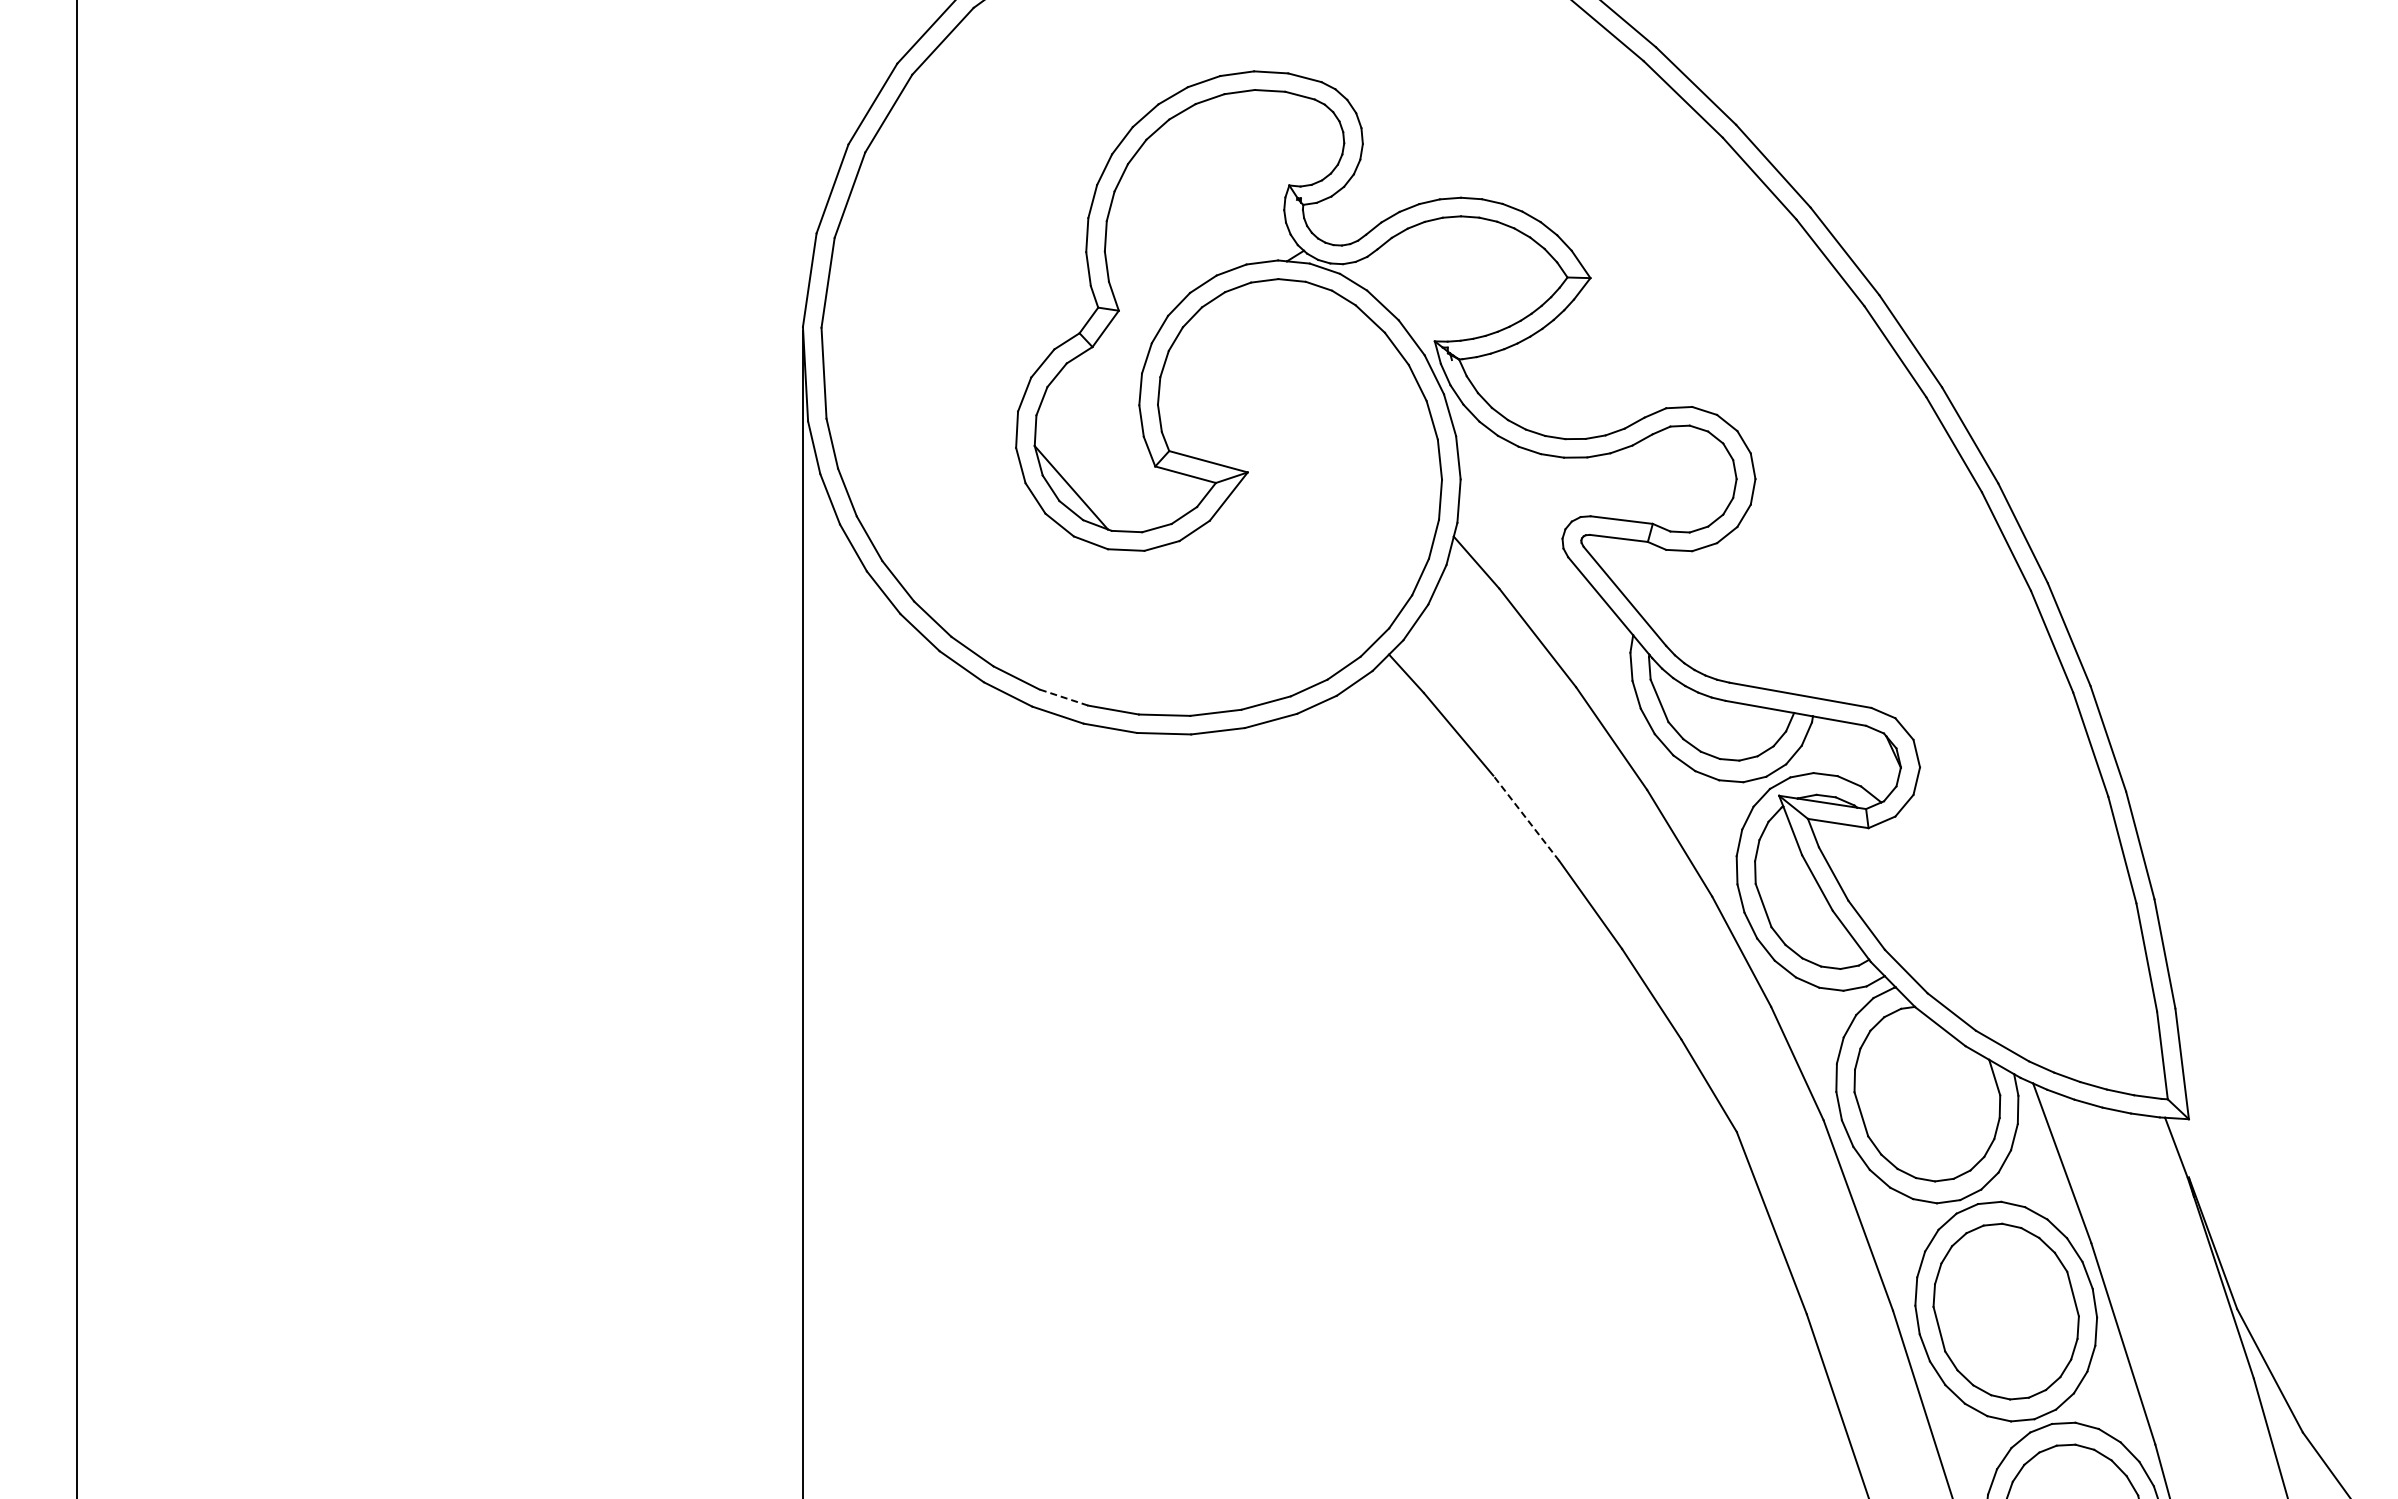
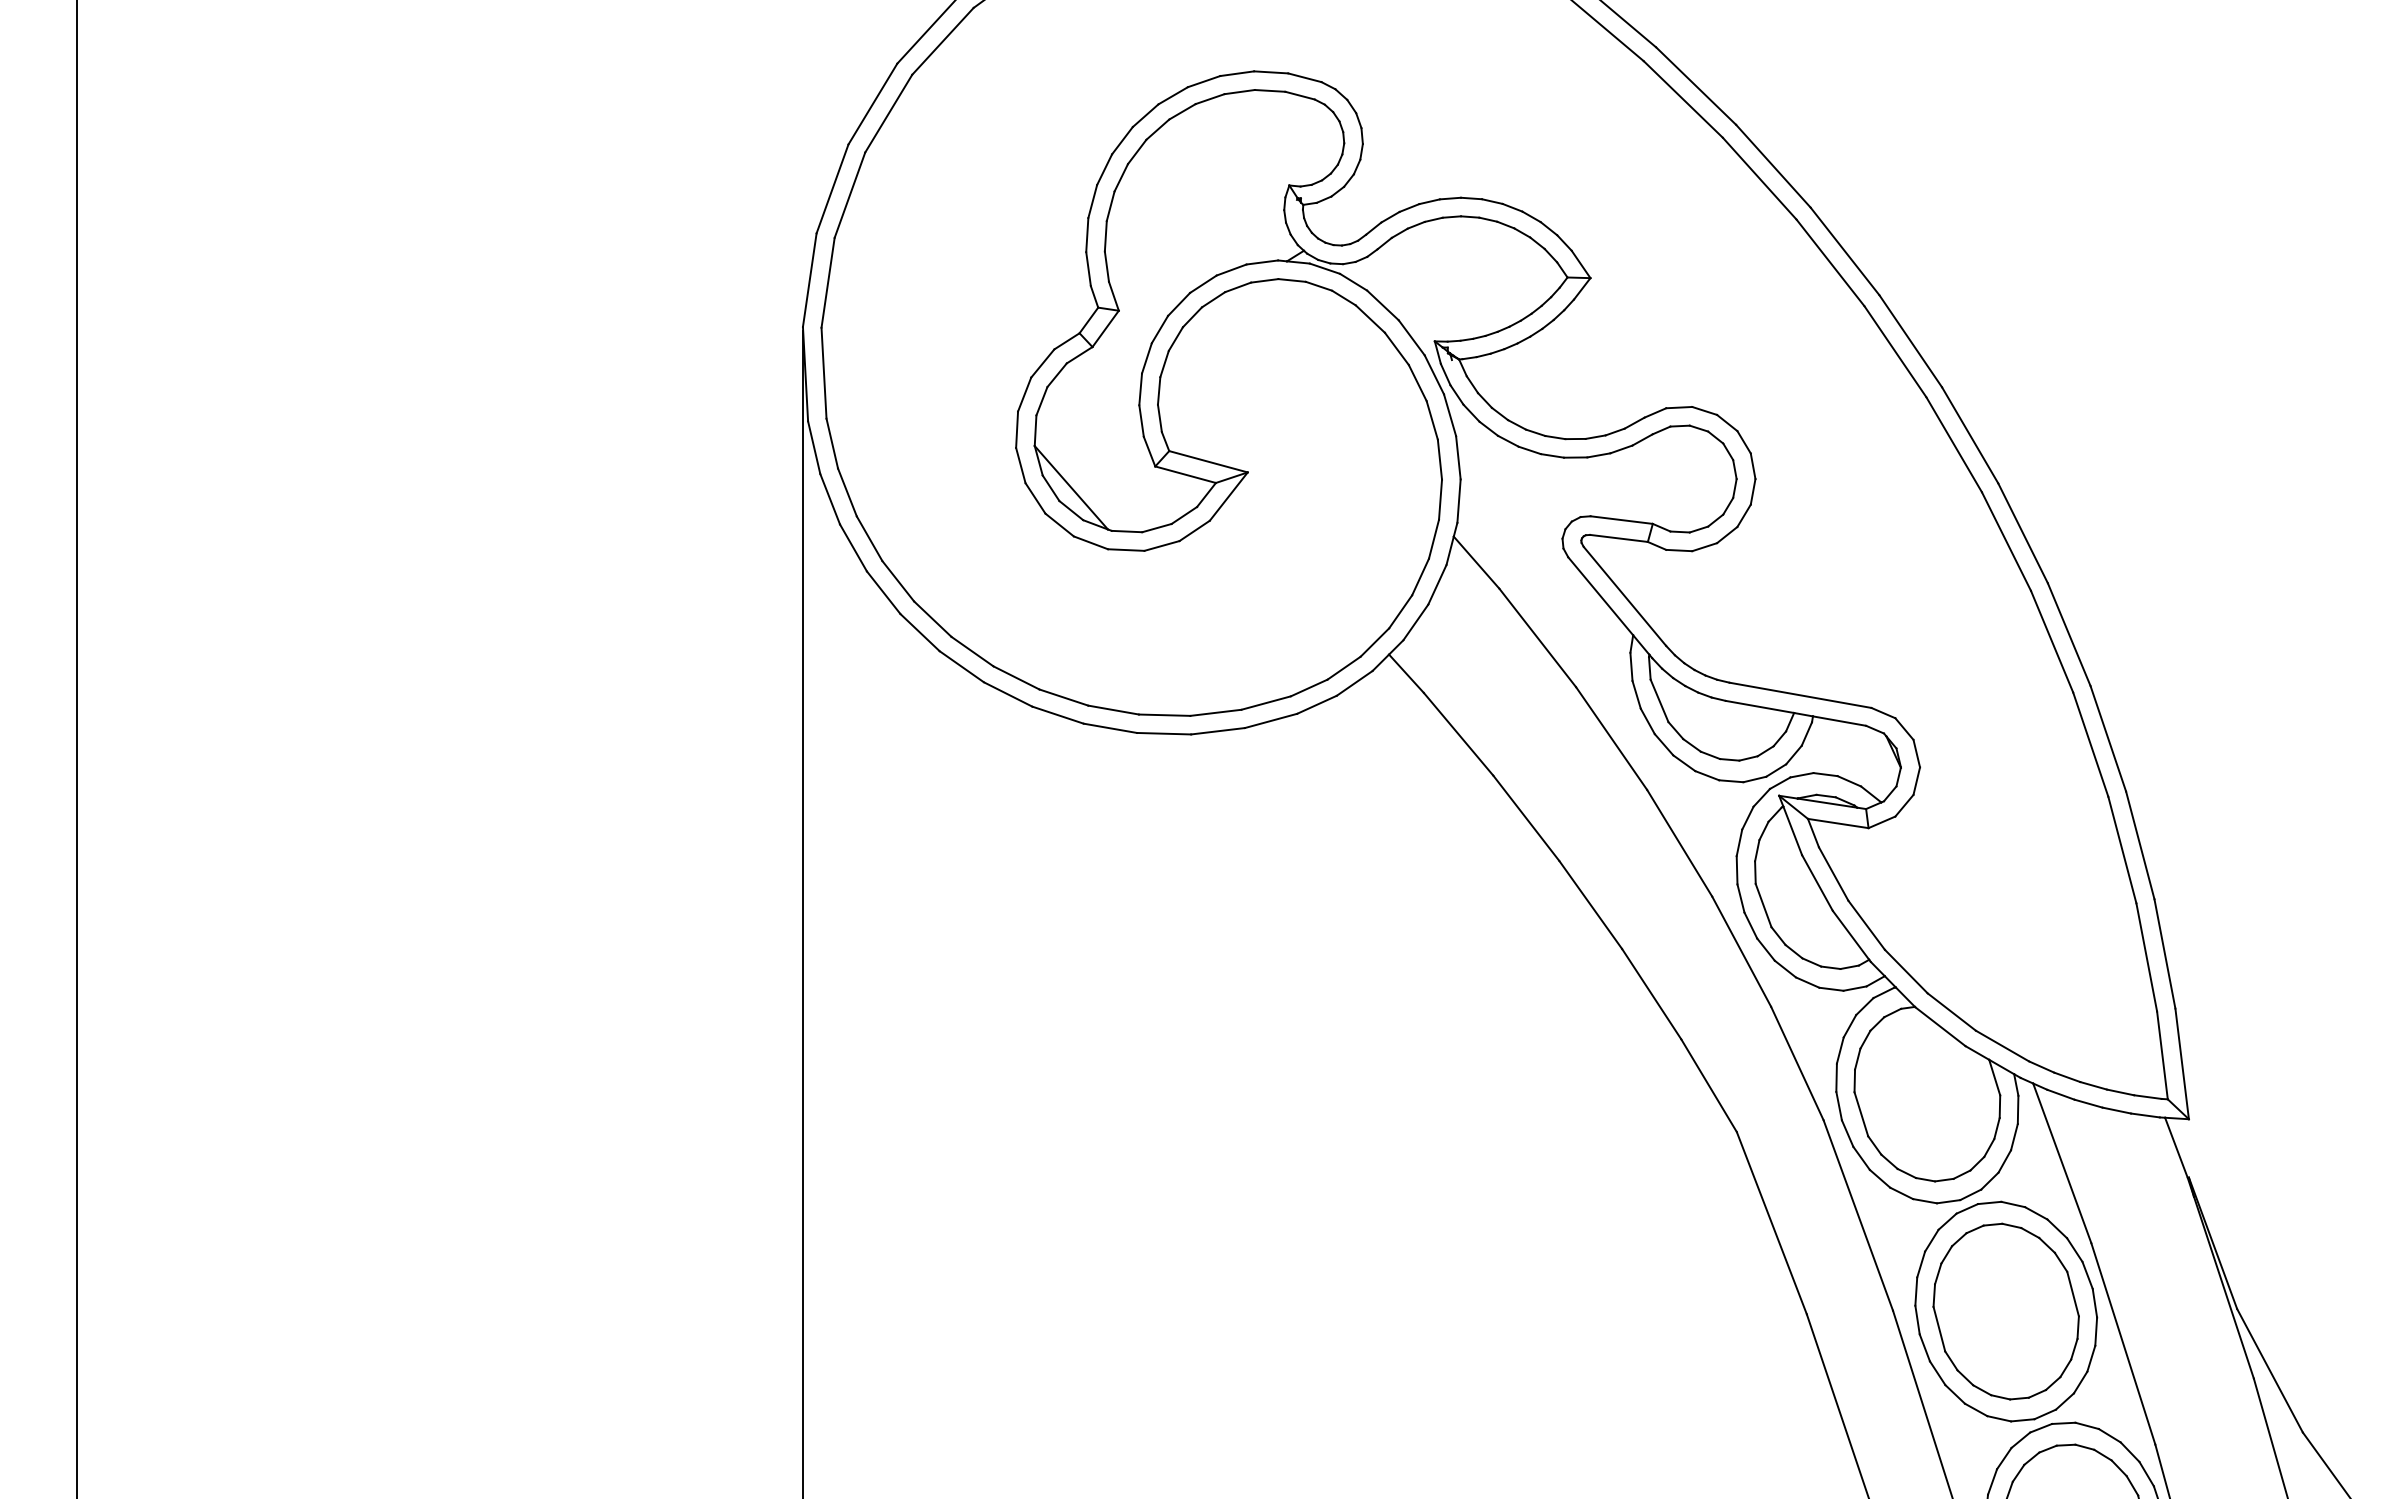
line at (1063, 697): dashed -> solid
line at (1526, 818): dashed -> solid
